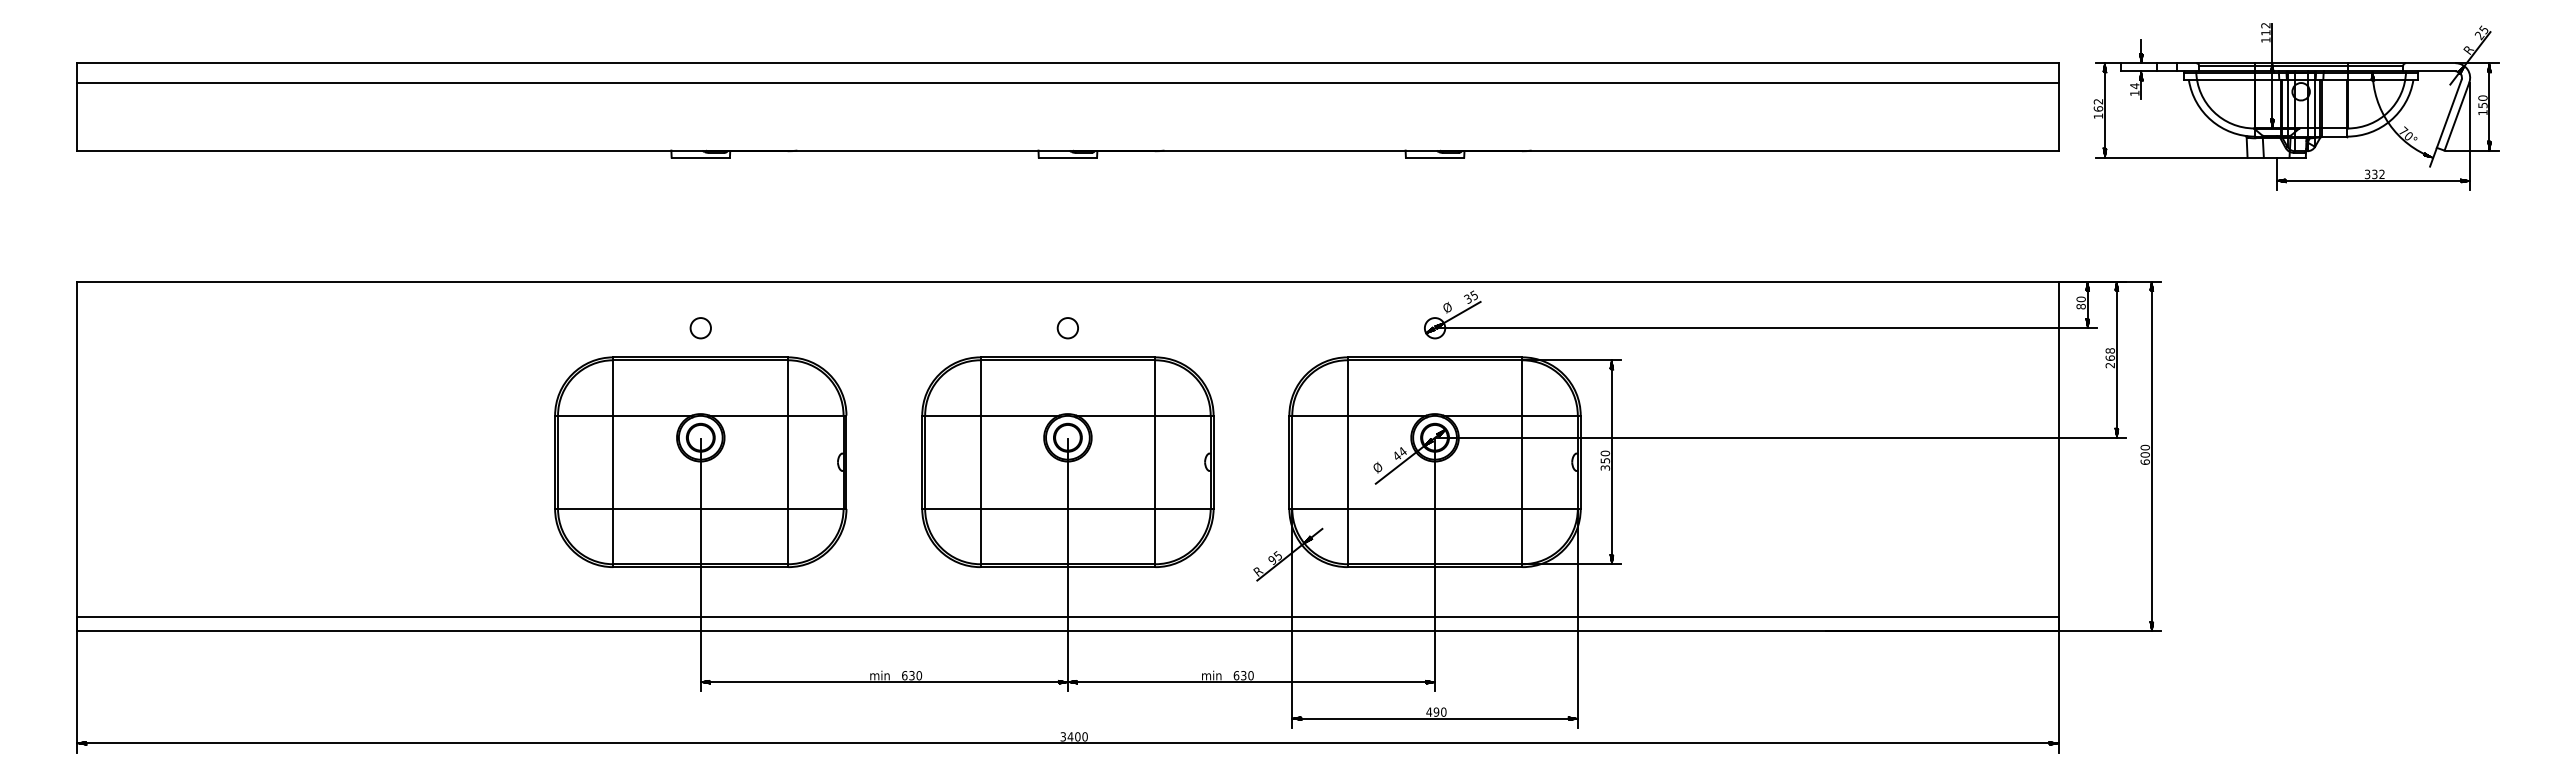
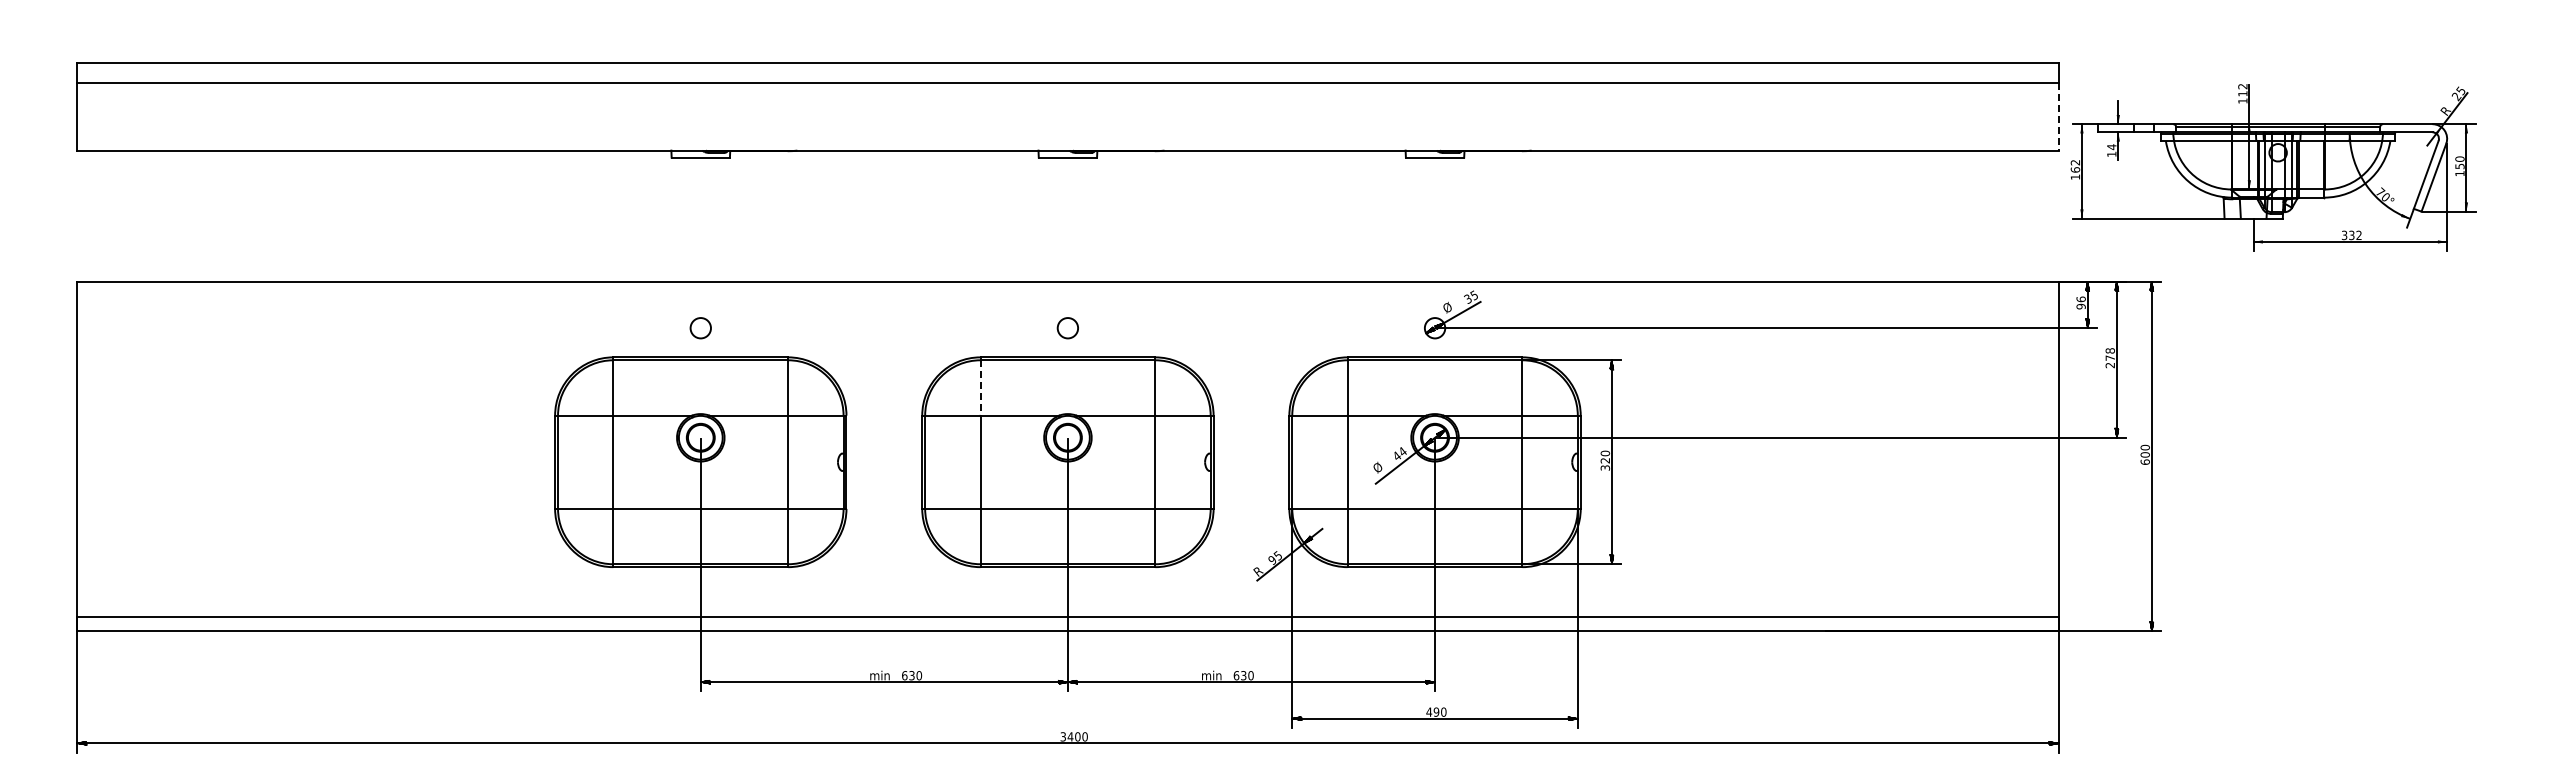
part at (2296, 106) position: (2296, 106) -> (2273, 167)
line at (2058, 116): solid -> dashed
text at (2080, 302): 80 -> 96
text at (2109, 357): 268 -> 278
line at (980, 387): solid -> dashed
text at (1605, 460): 350 -> 320
